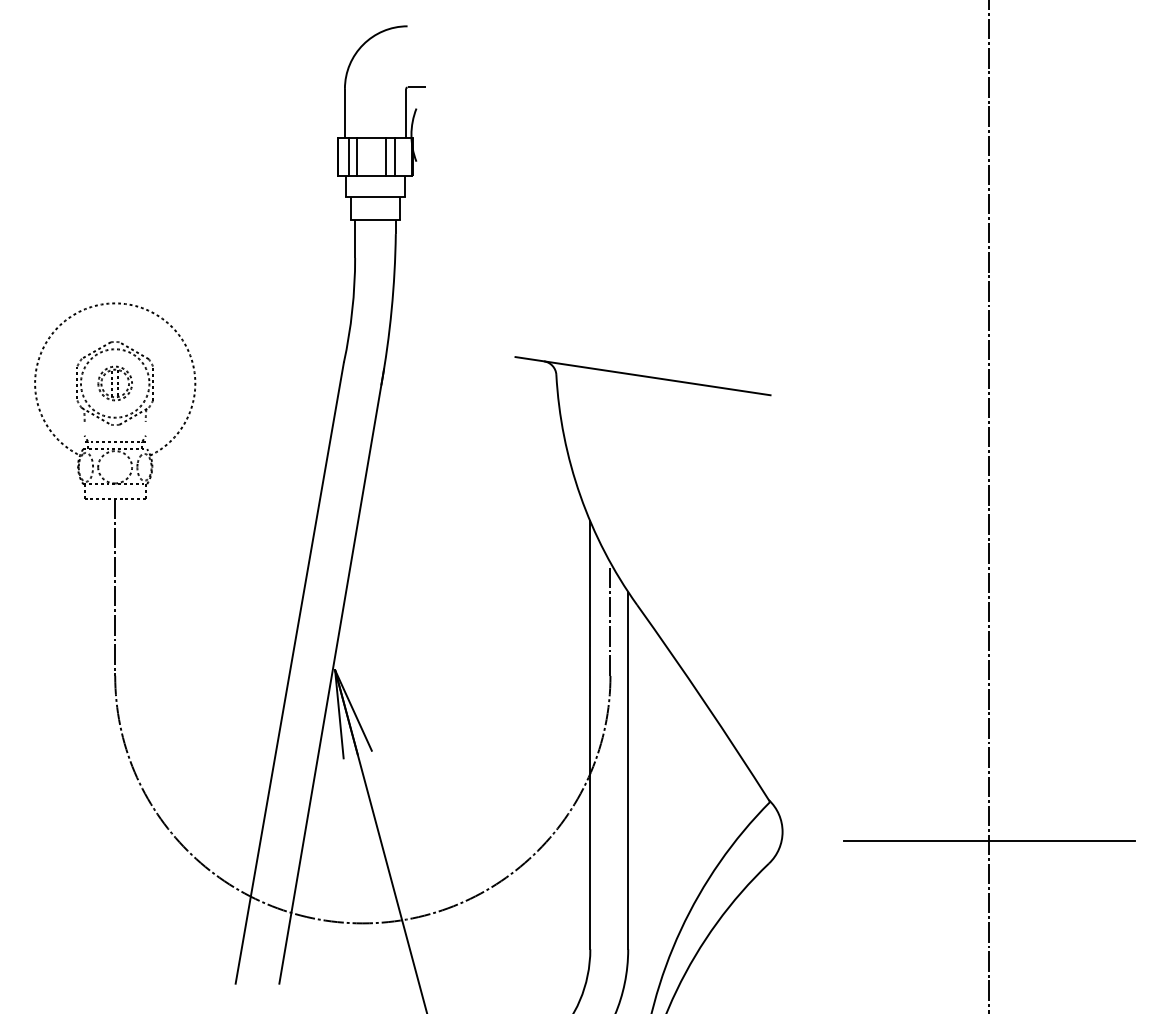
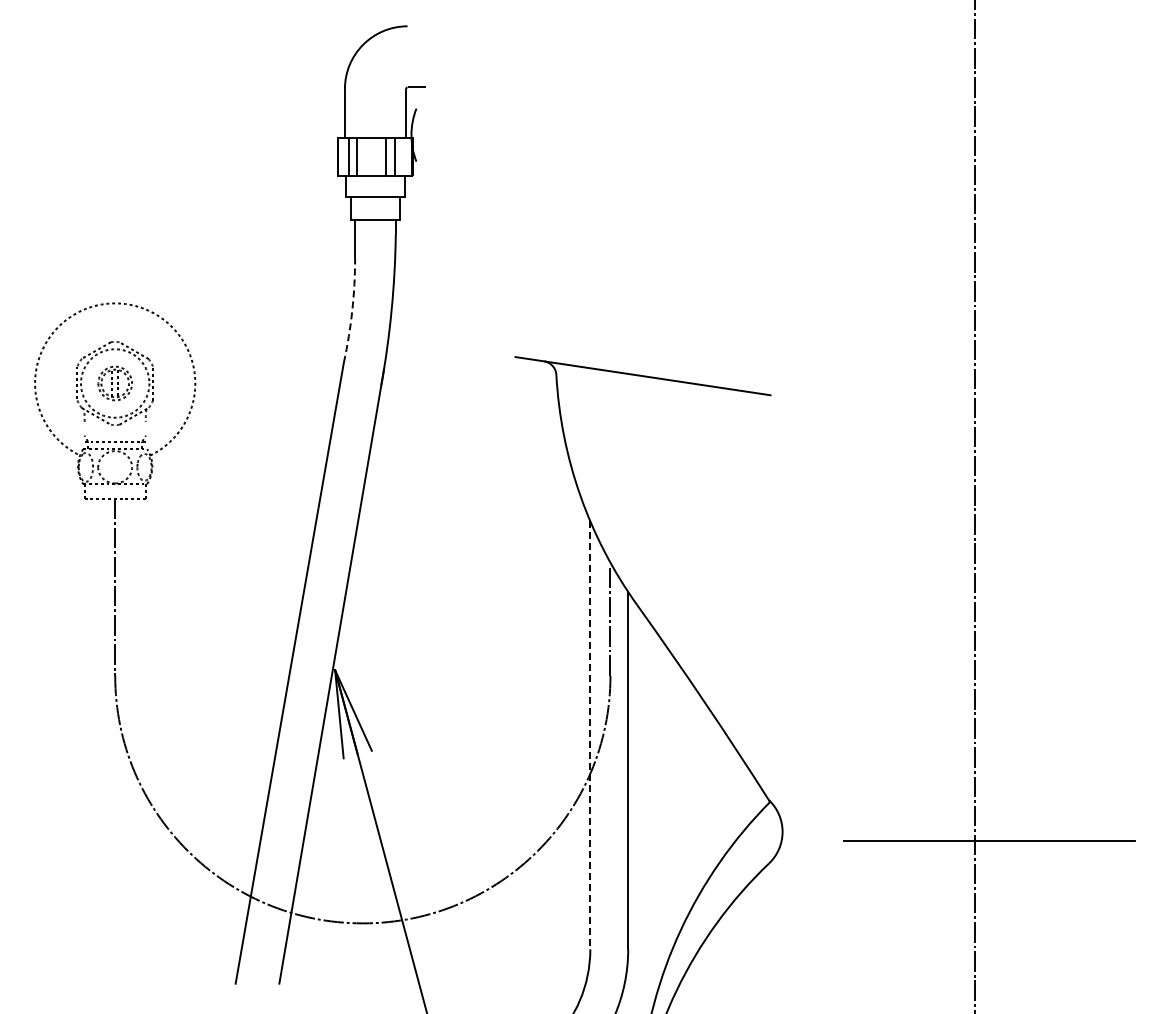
arc at (352, 310): solid -> dashed
line at (989, 506) position: (989, 506) -> (975, 506)
line at (590, 735): solid -> dashed
